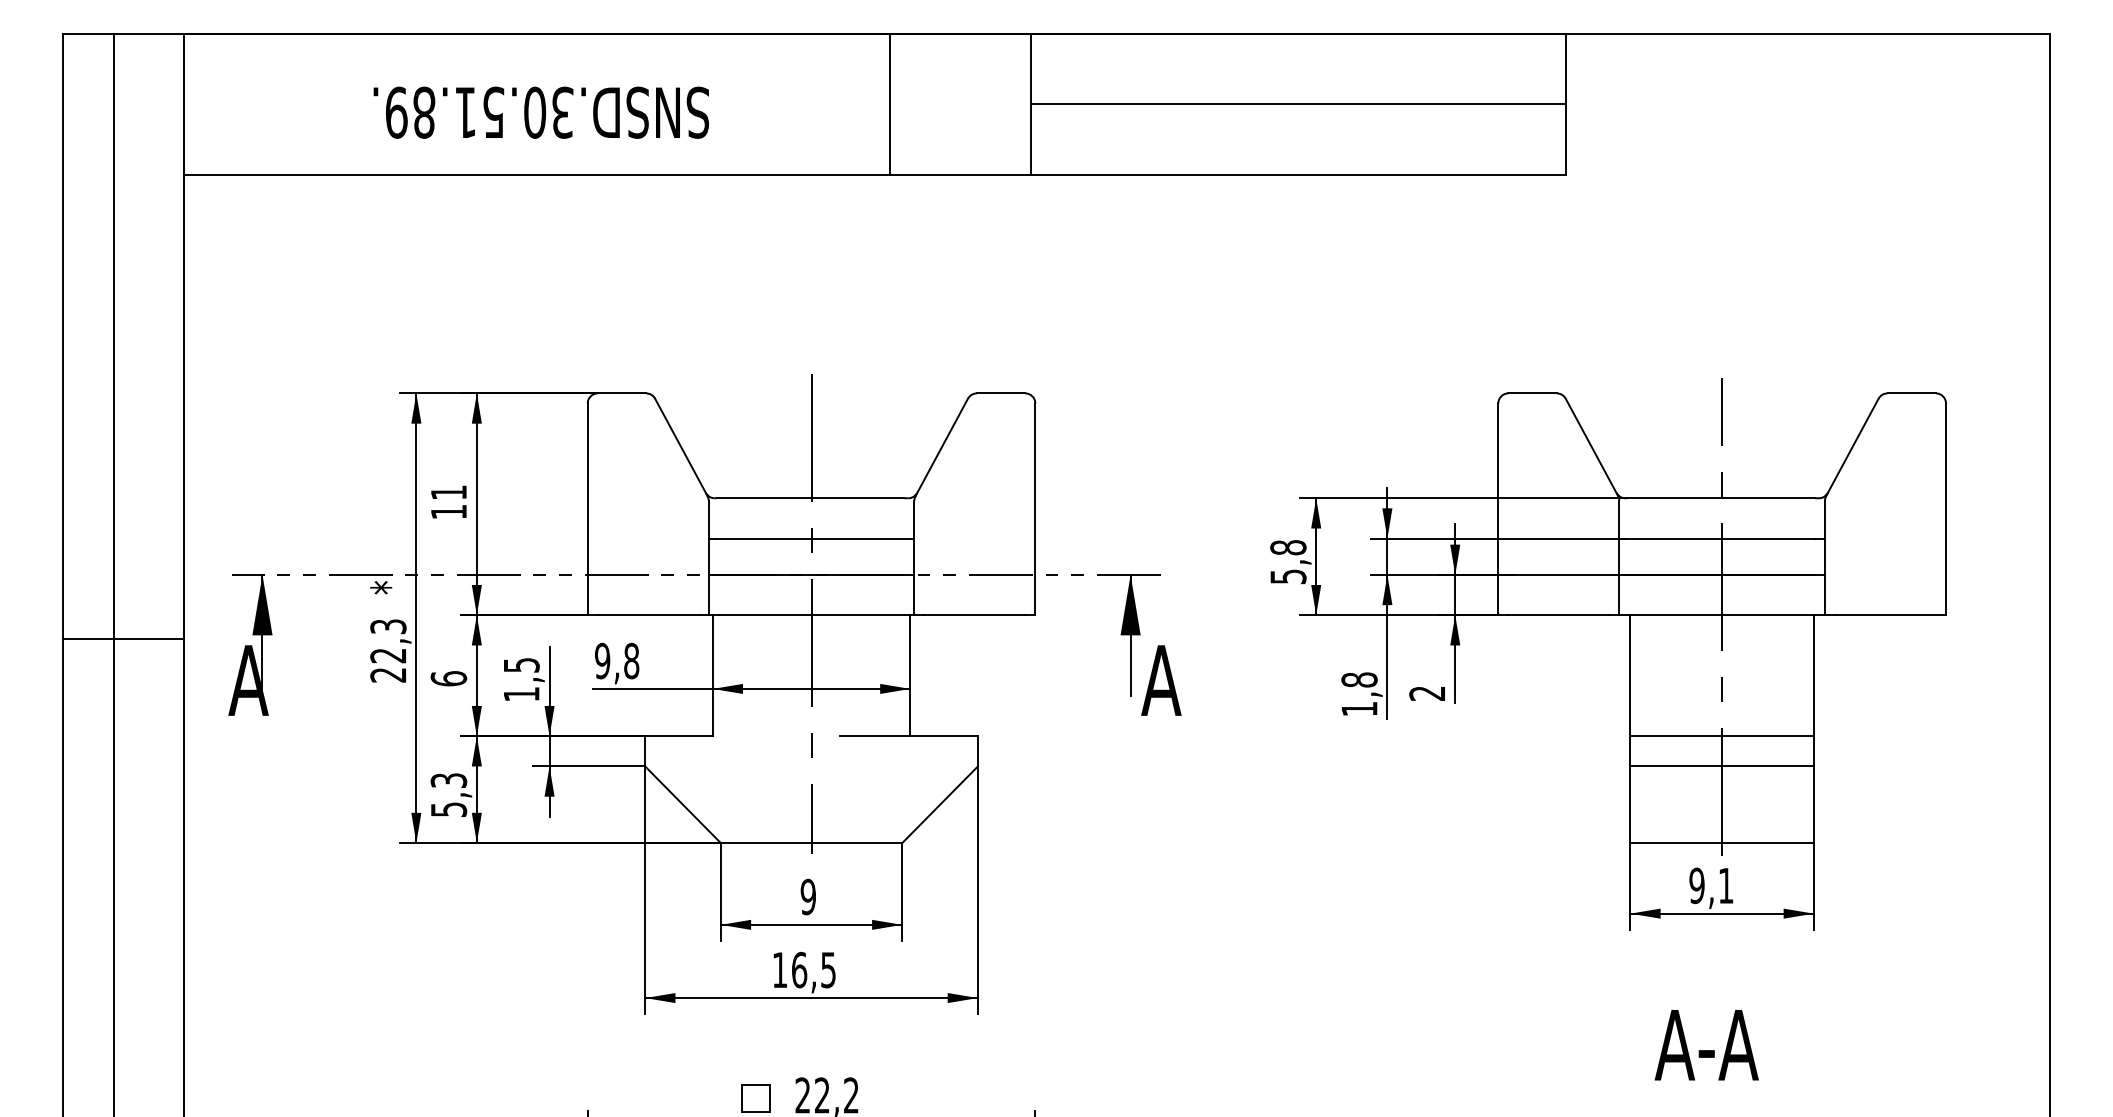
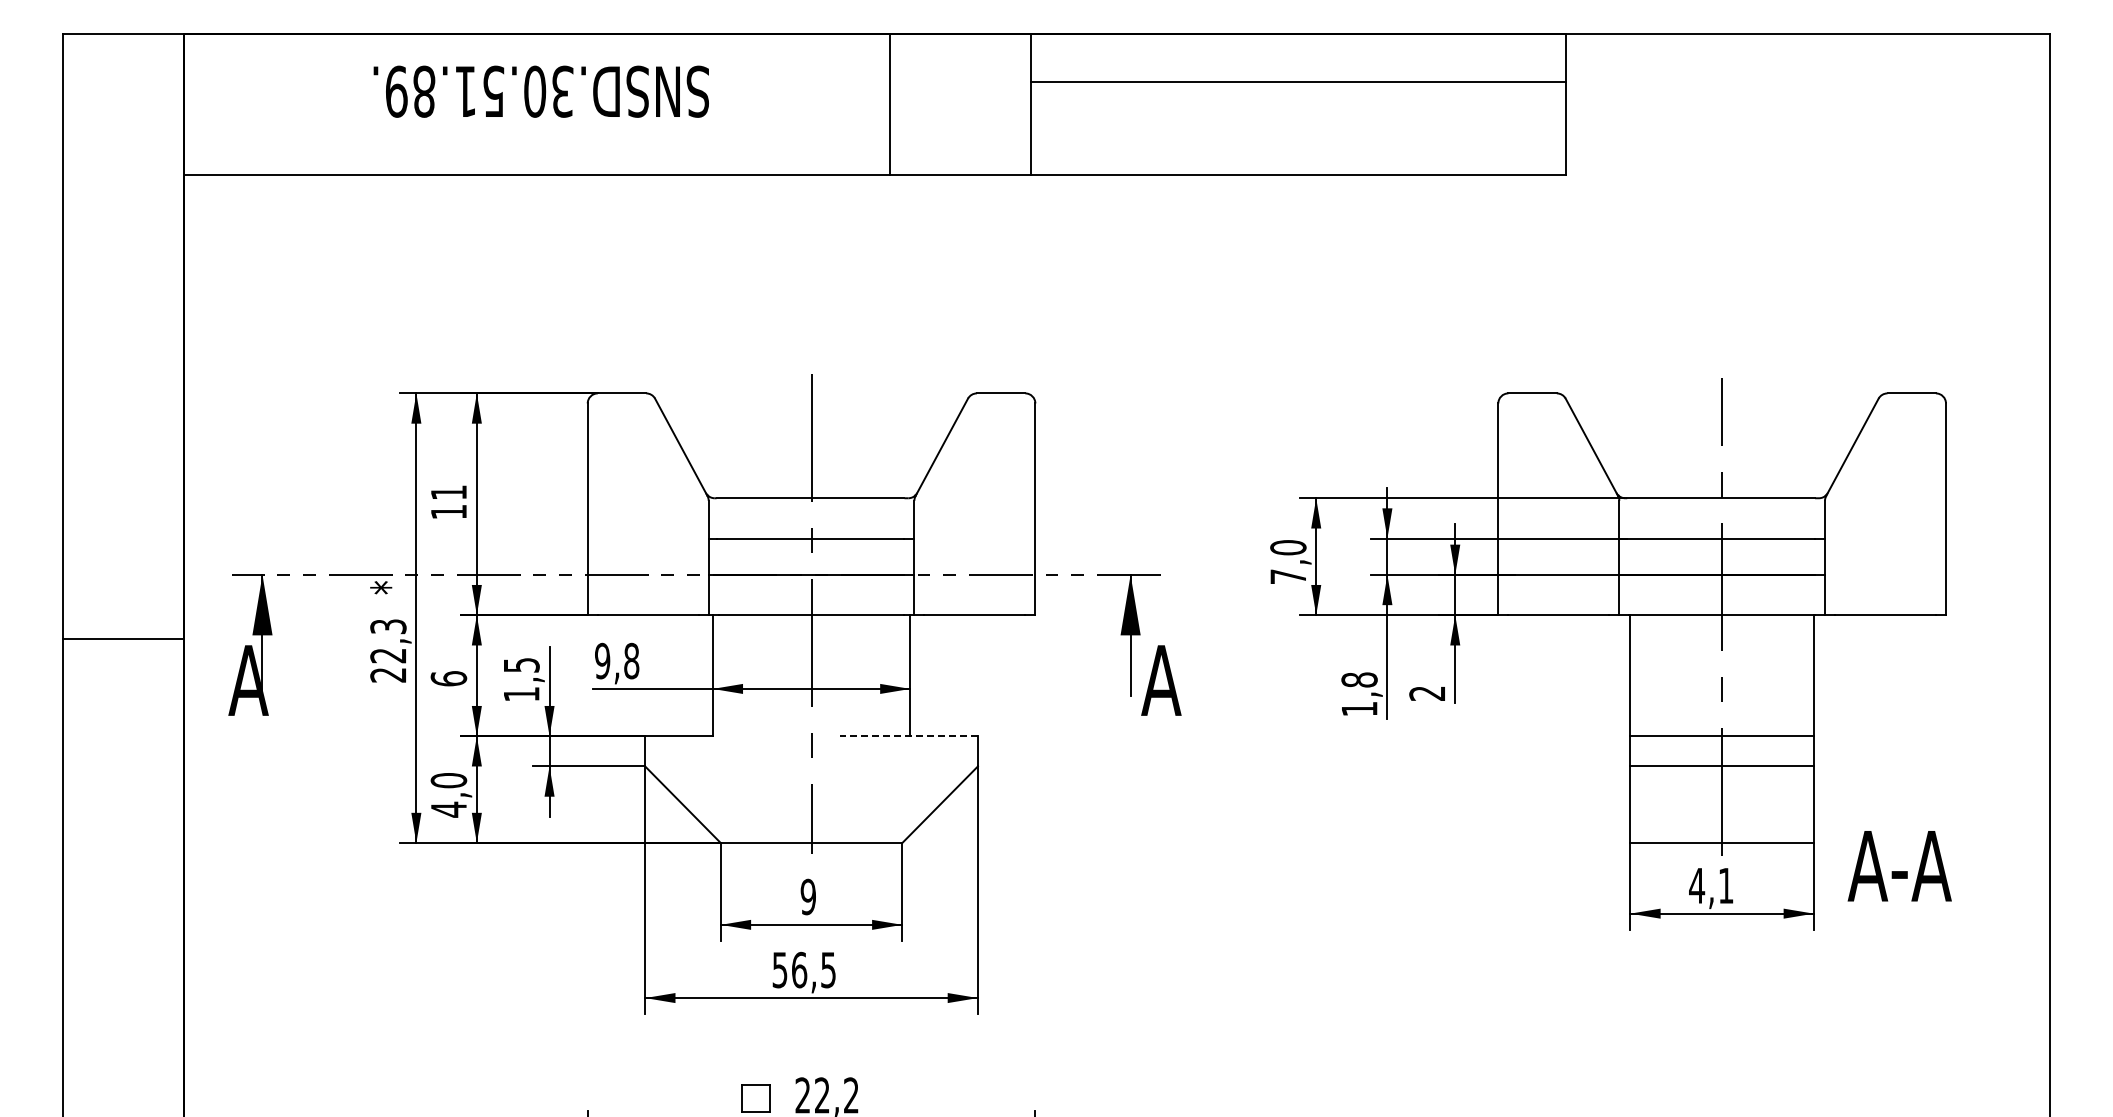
line at (1298, 104) position: (1298, 104) -> (1298, 82)
text at (540, 112) position: (540, 112) -> (540, 91)
text at (1288, 562): 5,8 -> 7,0
line at (113, 573): present -> none
line at (908, 736): solid -> dashed
text at (448, 795): 5,3 -> 4,0
text at (1697, 885): 9,1 -> 4,1
text at (779, 970): 16,5 -> 56,5
text at (1706, 1045) position: (1706, 1045) -> (1899, 866)
